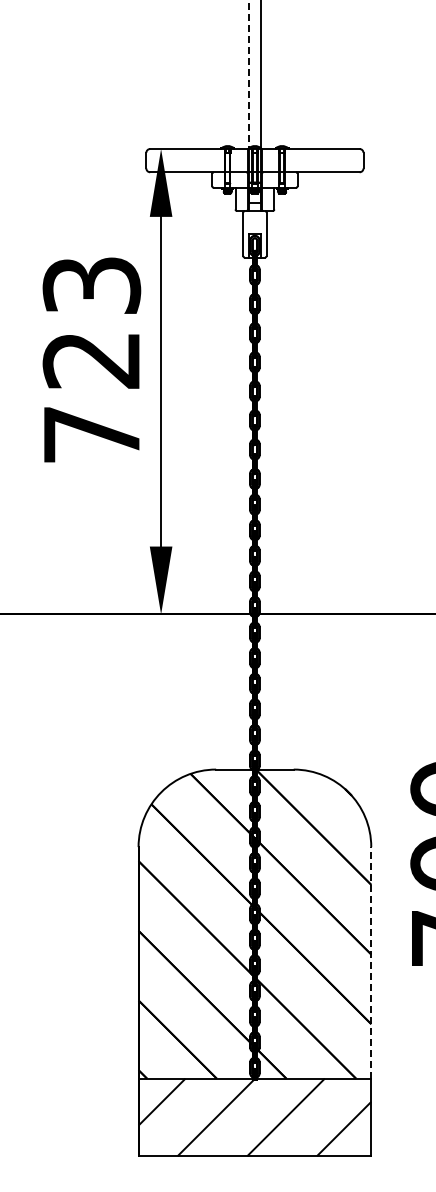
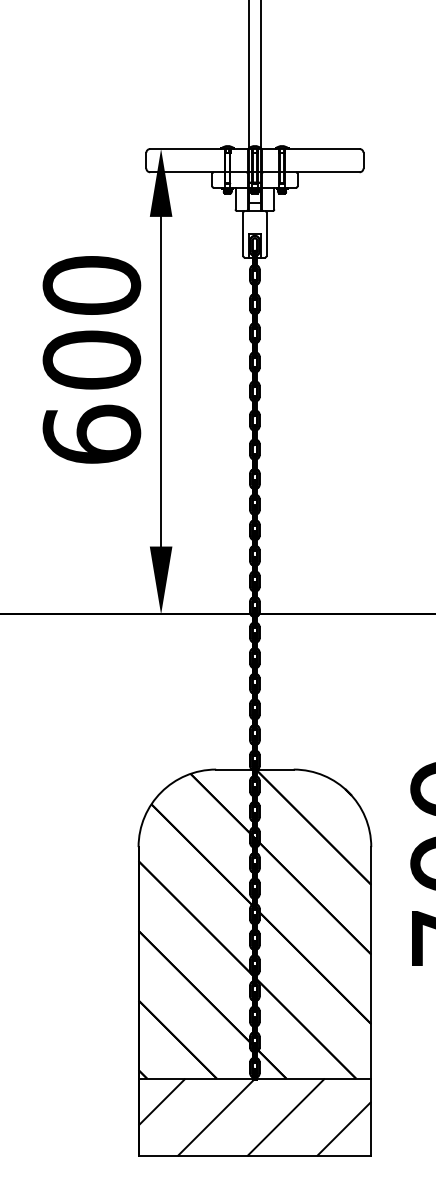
line at (248, 74): dashed -> solid
text at (91, 359): 723 -> 600
line at (371, 962): dashed -> solid
